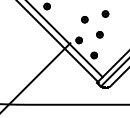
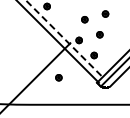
line at (64, 39): solid -> dashed
part at (58, 77): none -> present
